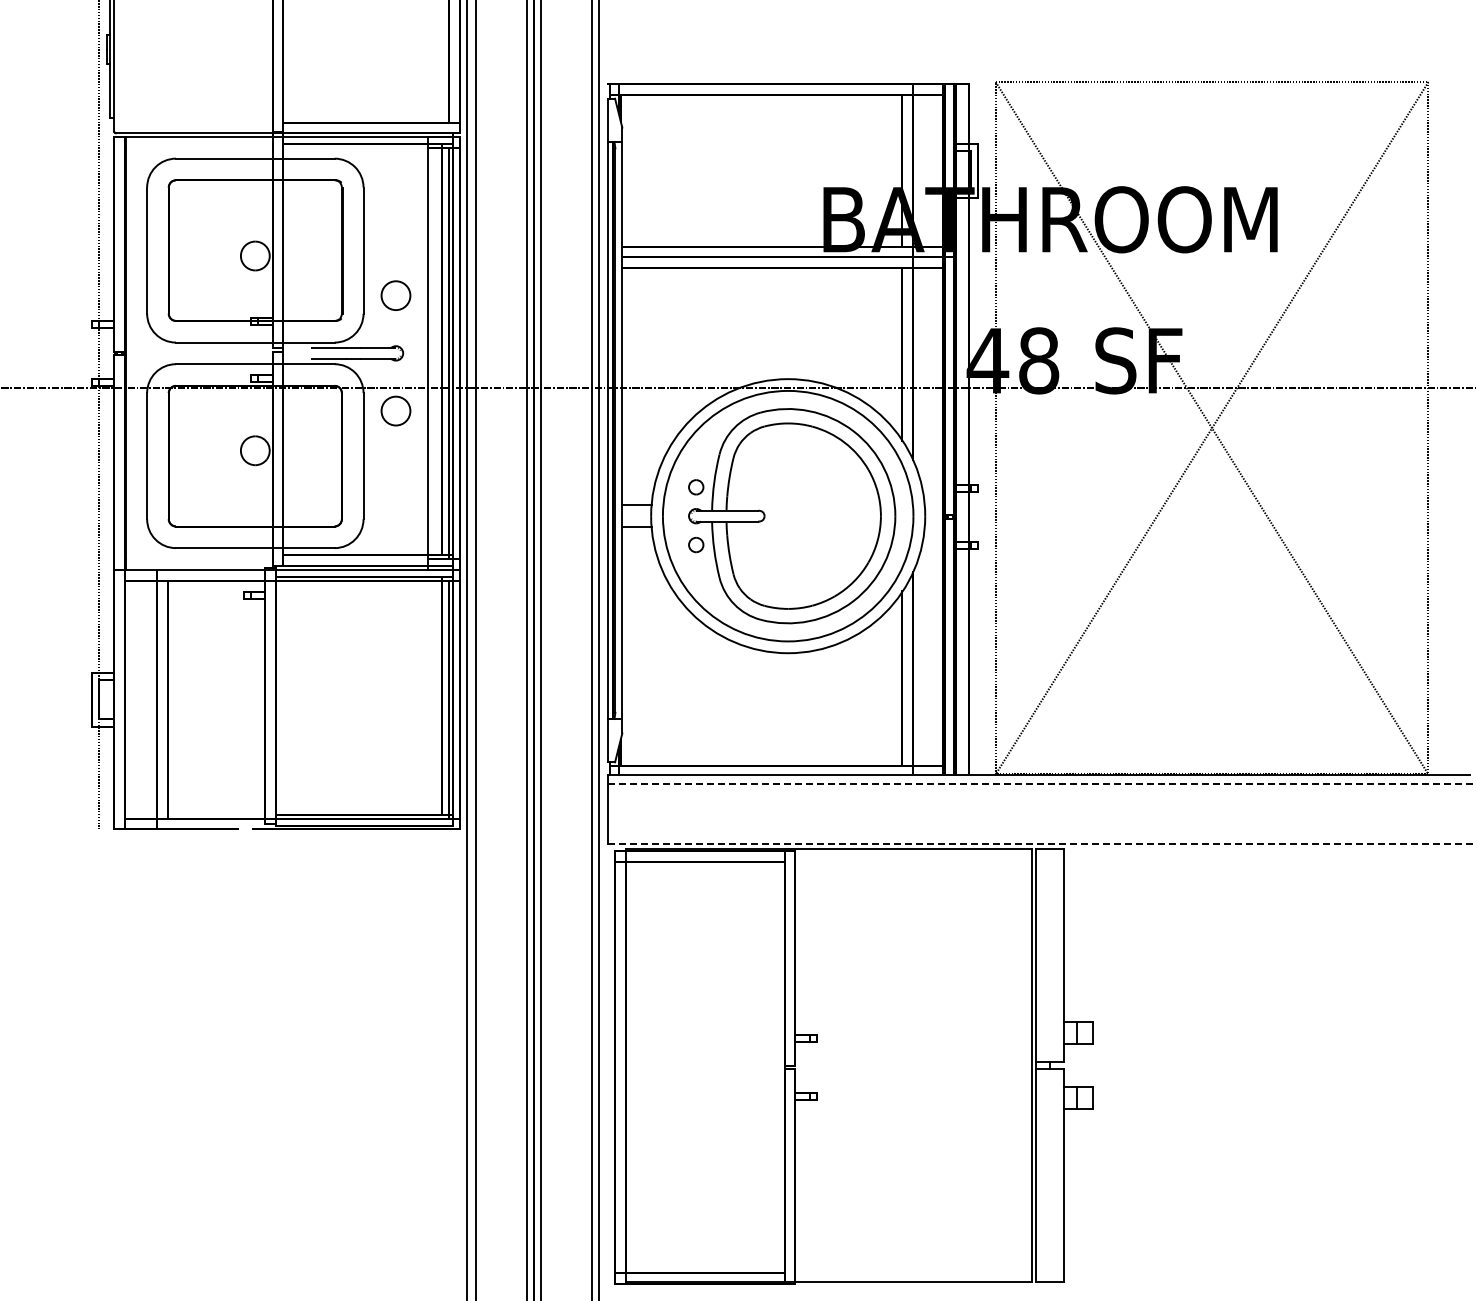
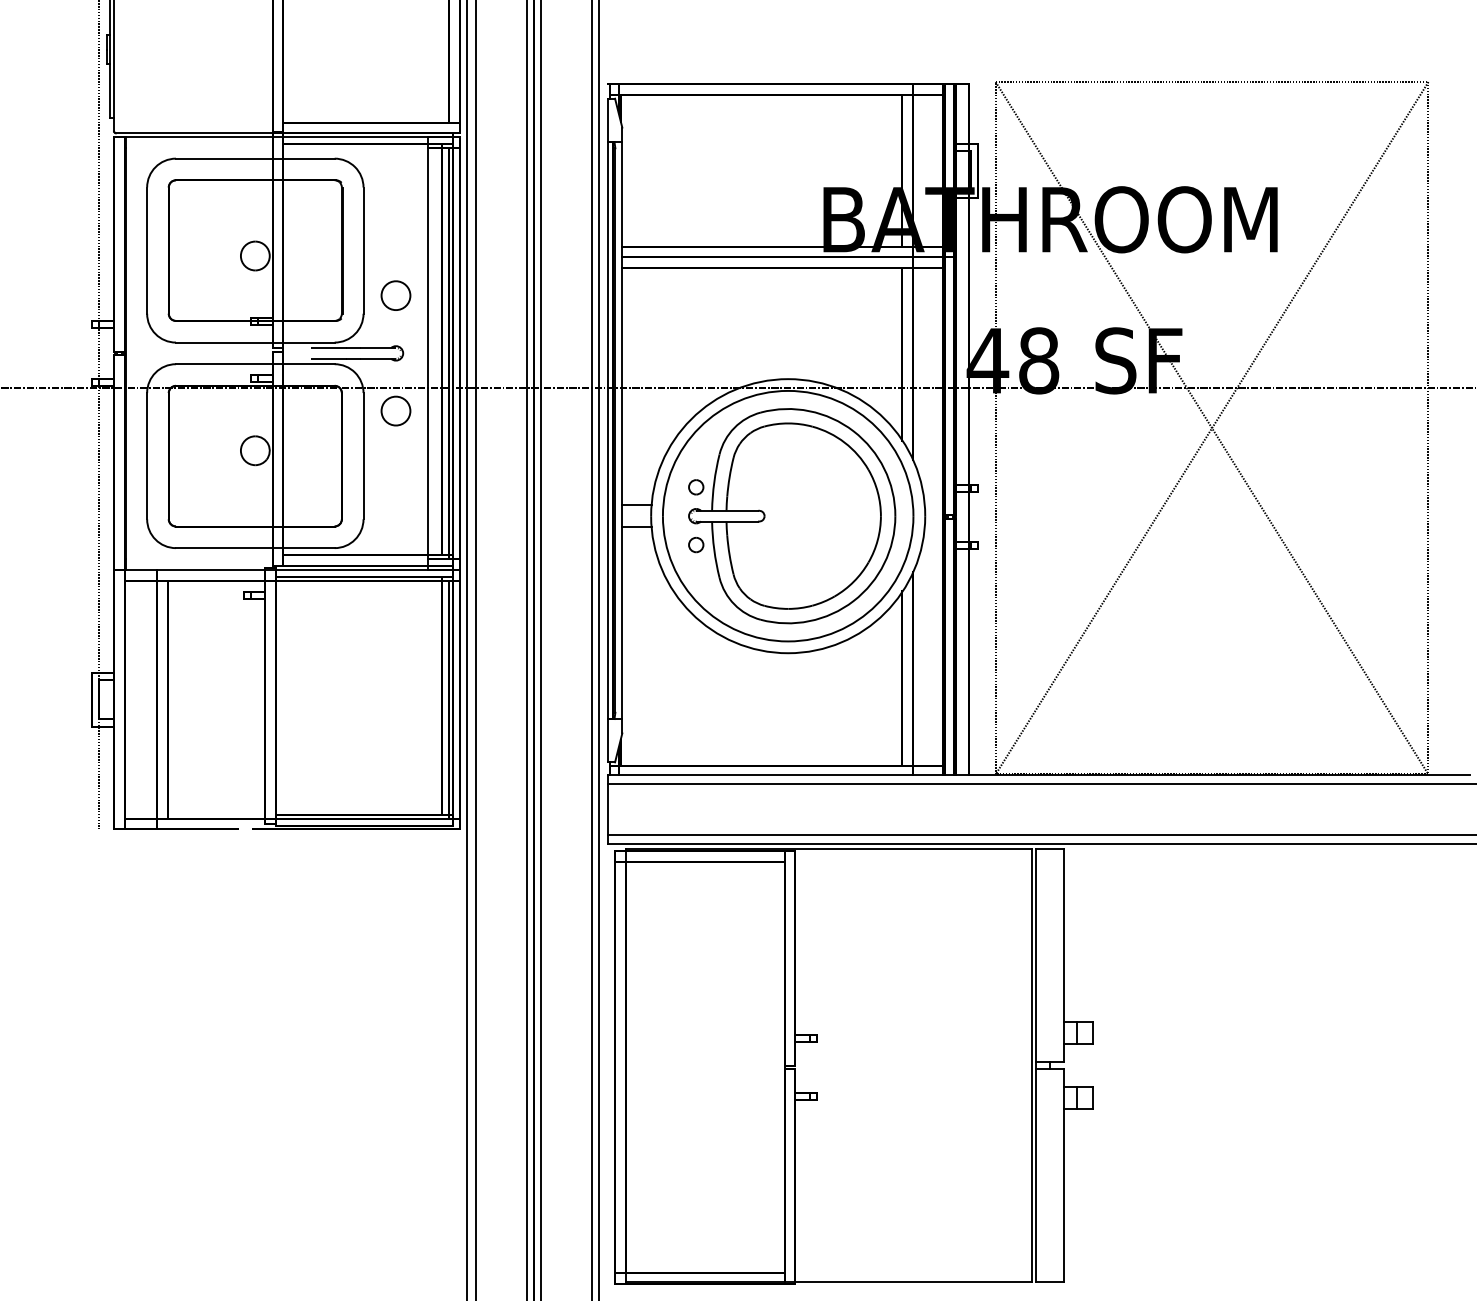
line at (1042, 784): dashed -> solid
line at (1040, 834): none -> present
line at (1042, 843): dashed -> solid
